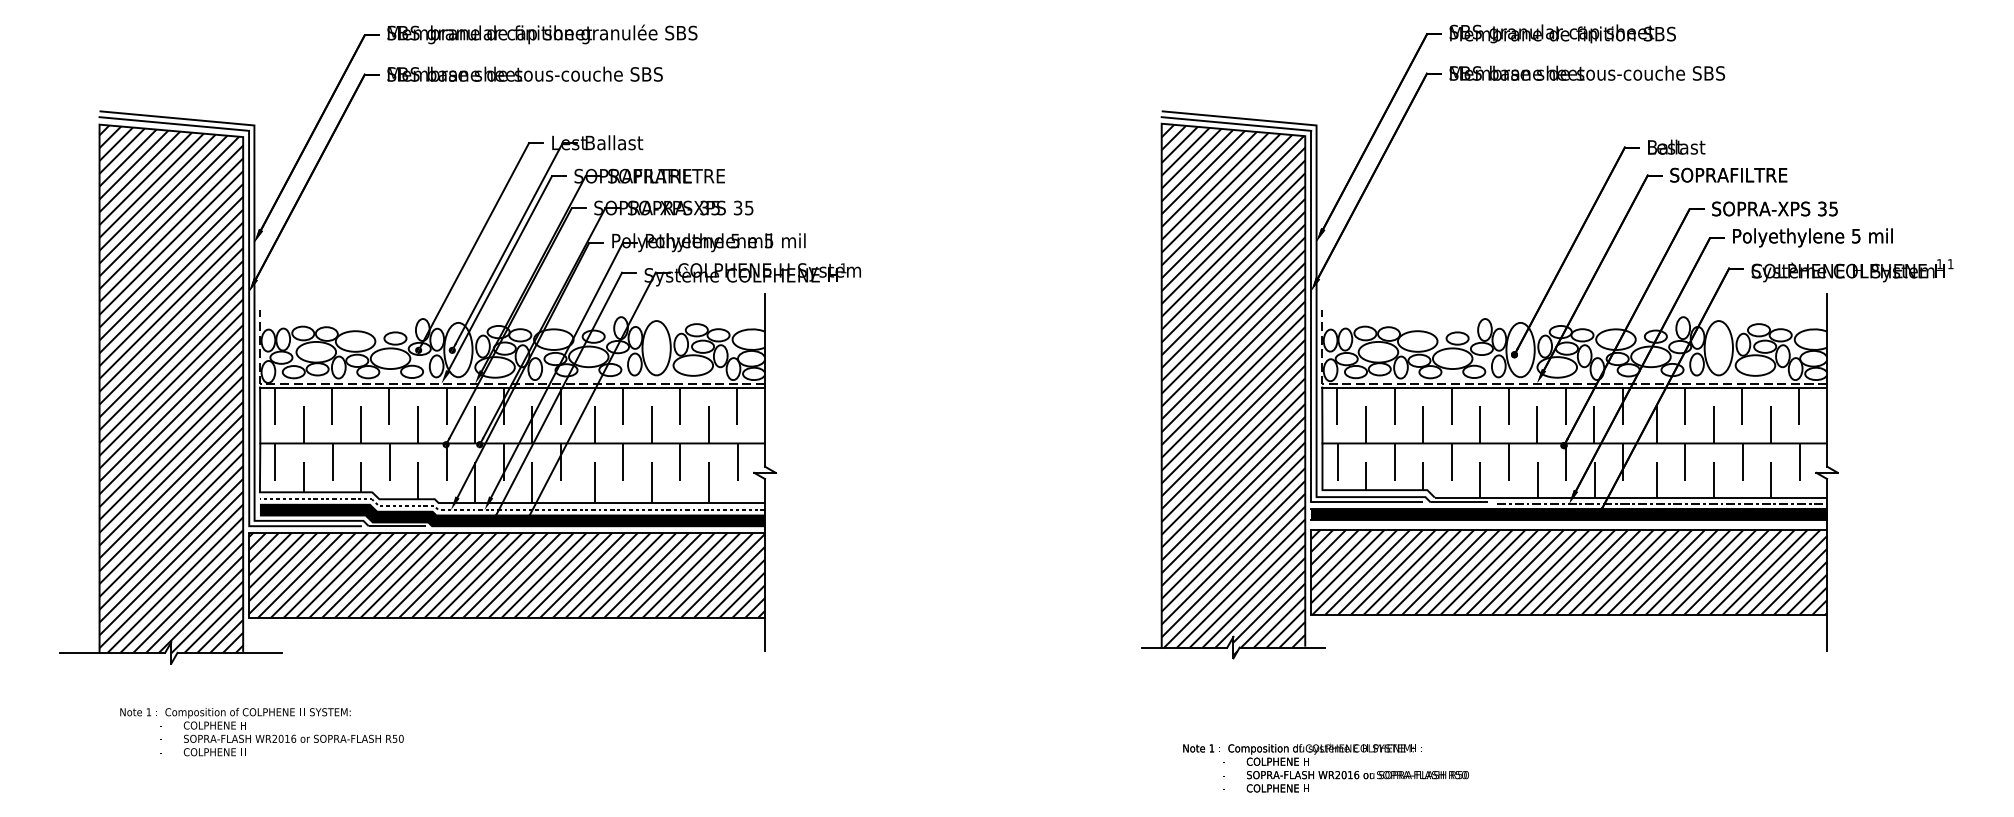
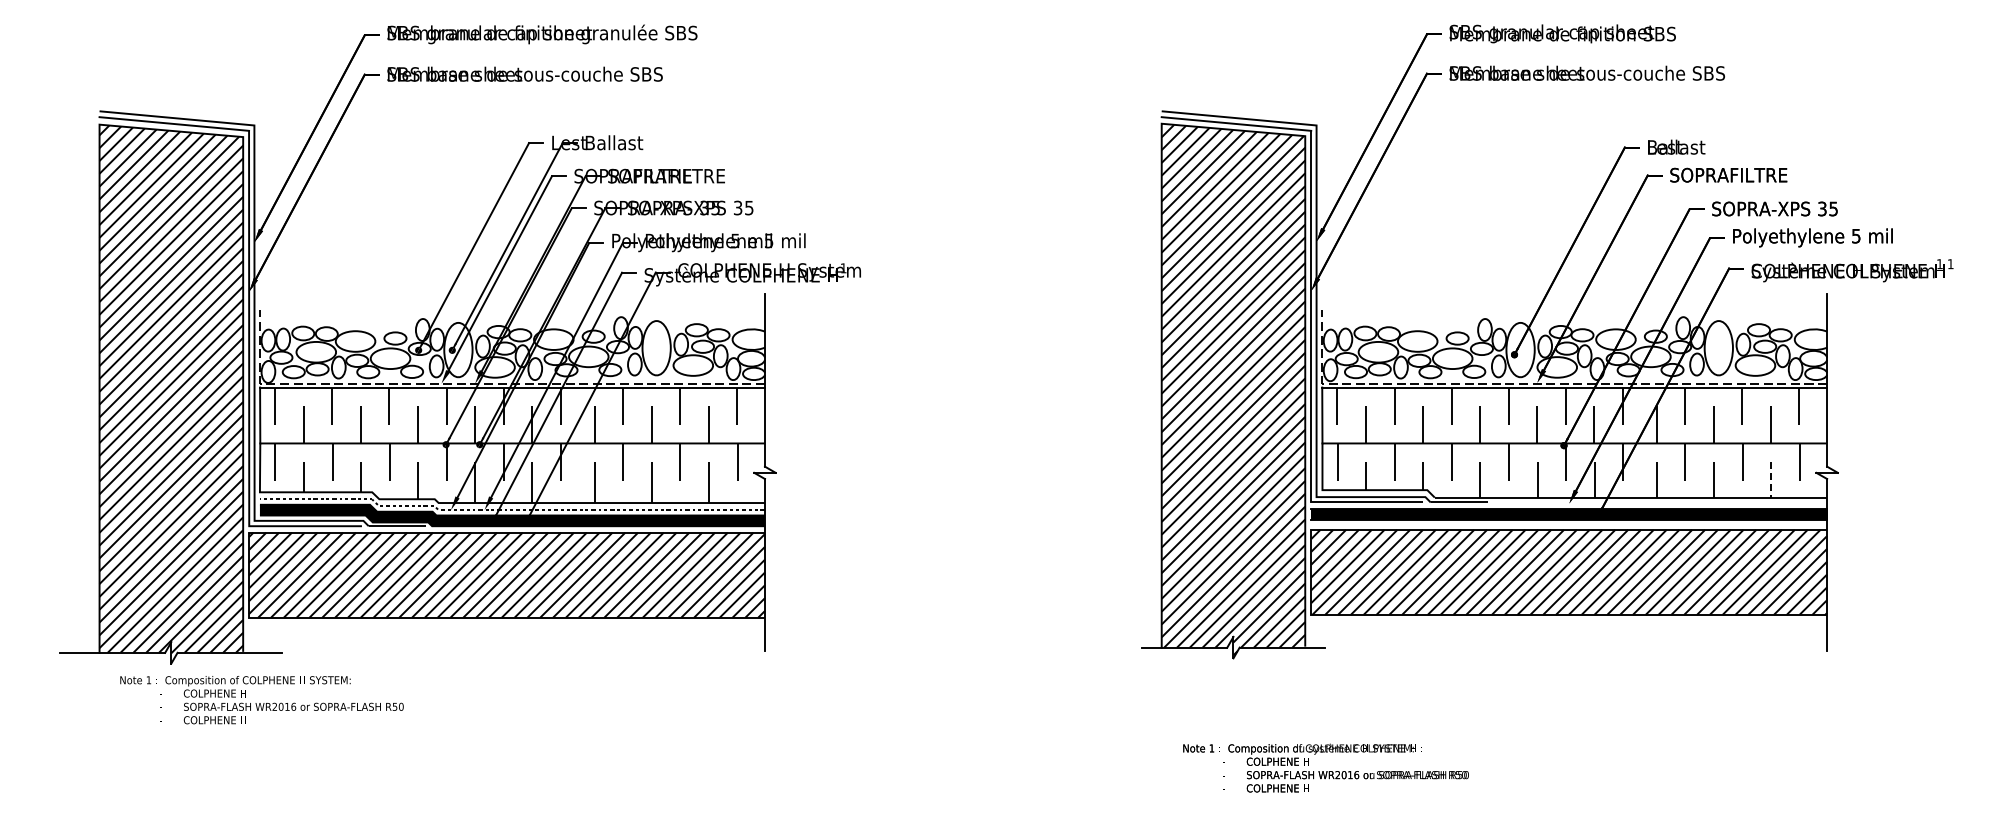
line at (1771, 479): solid -> dashed
line at (1662, 503): present -> none
text at (261, 732) position: (261, 732) -> (261, 700)
